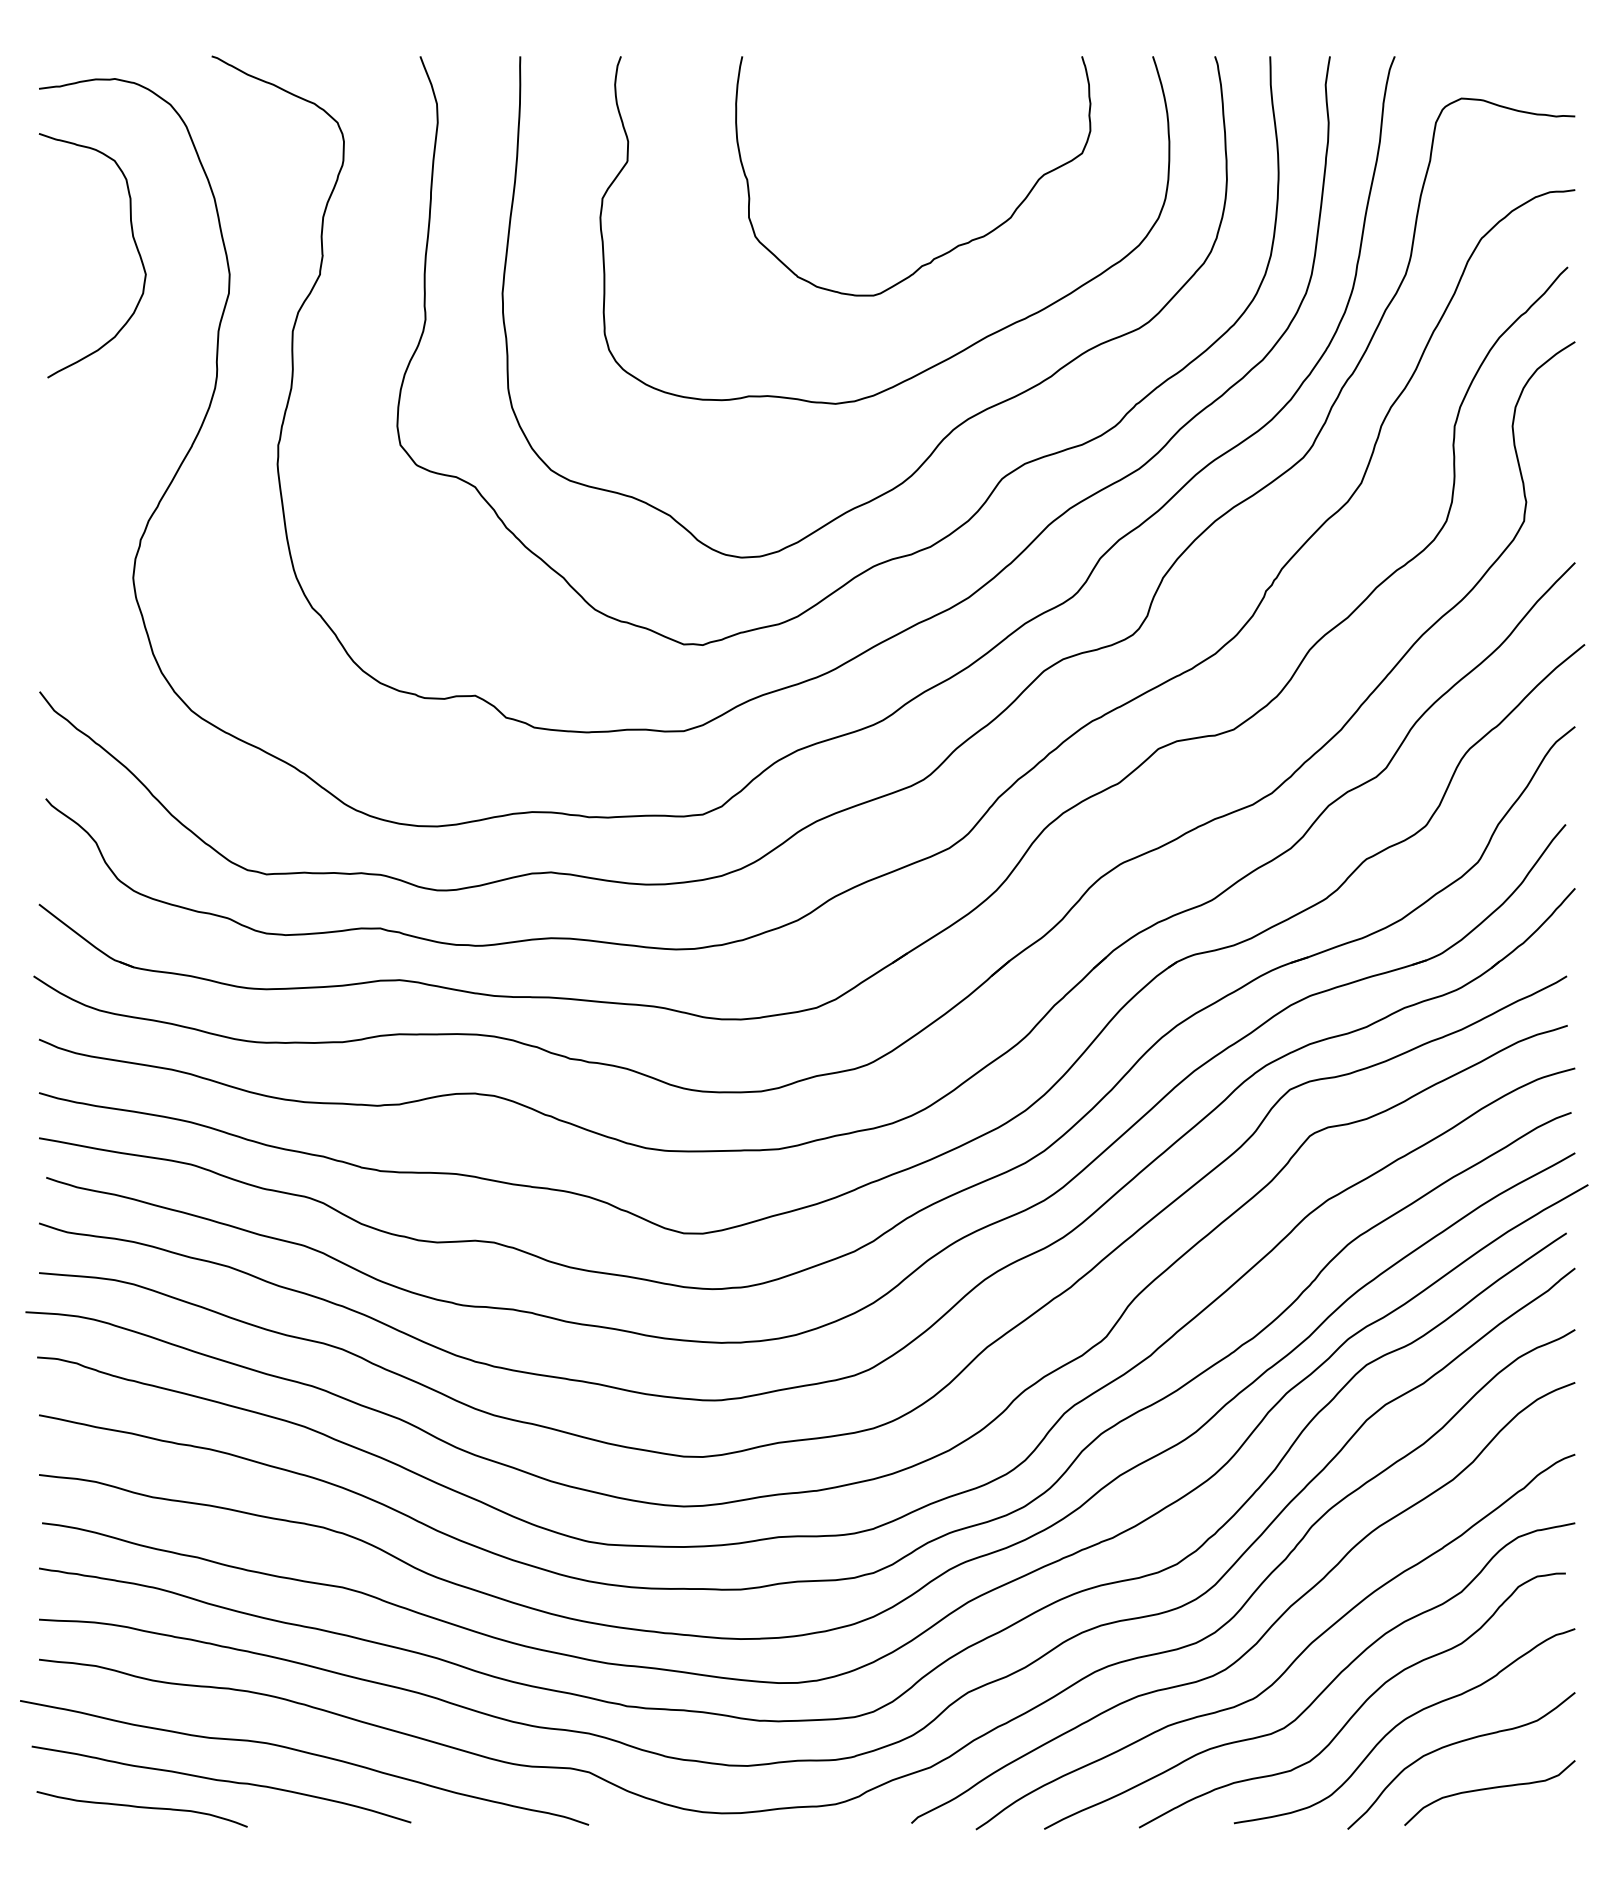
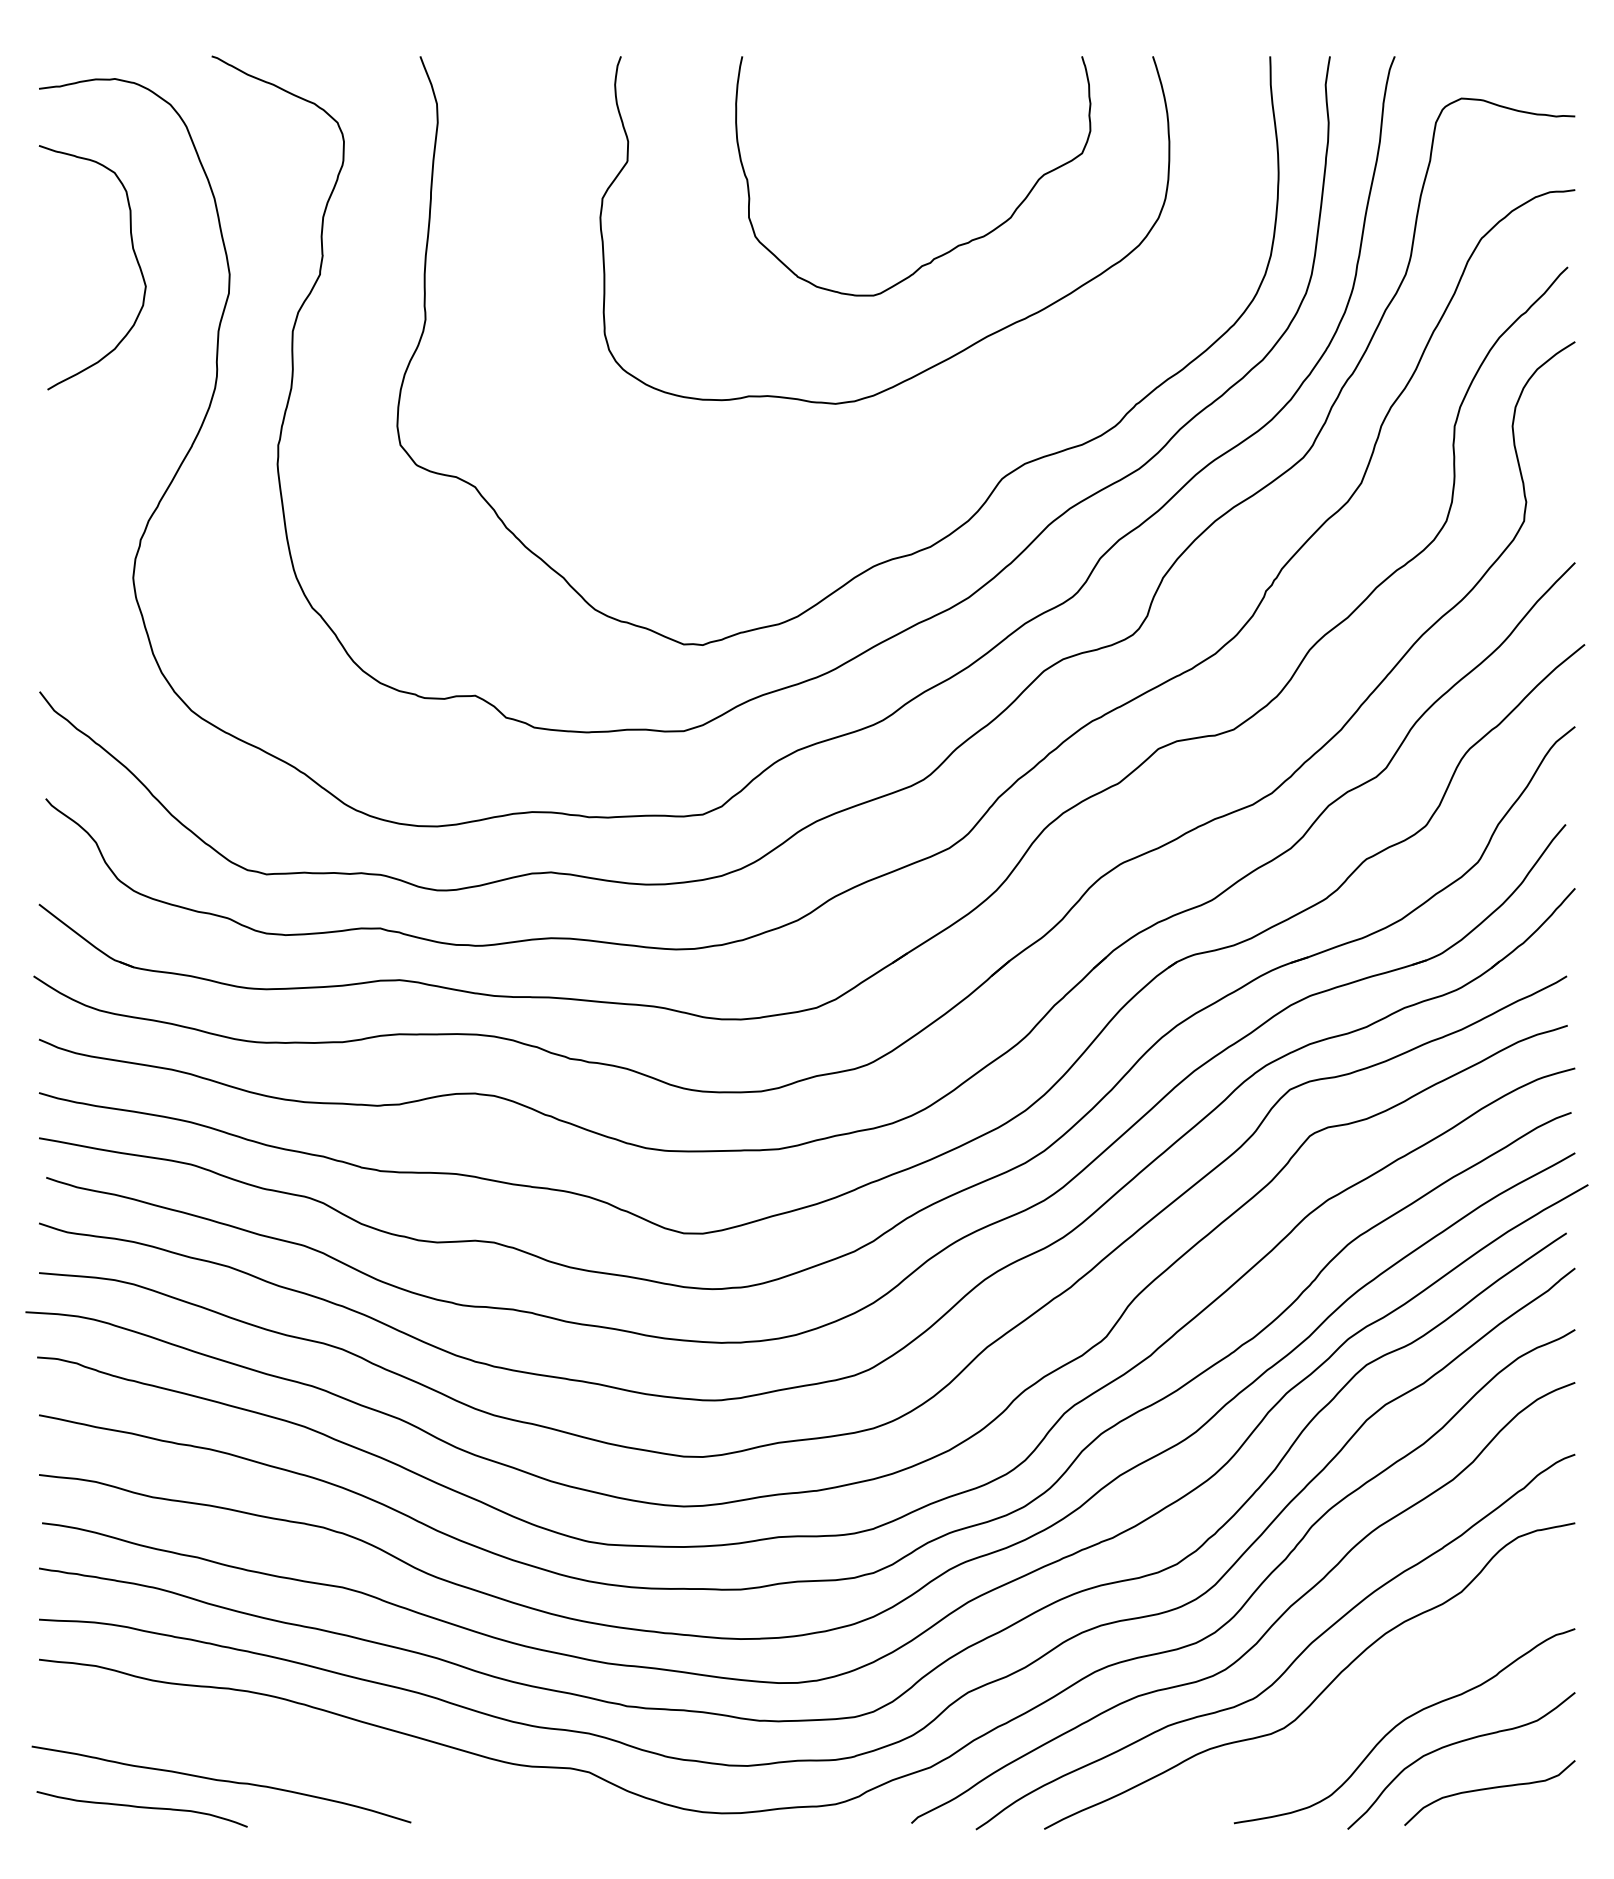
curve at (132, 238) position: (132, 238) -> (132, 250)
curve at (954, 427): present -> none
curve at (1359, 1706): present -> none
curve at (305, 1753): present -> none
